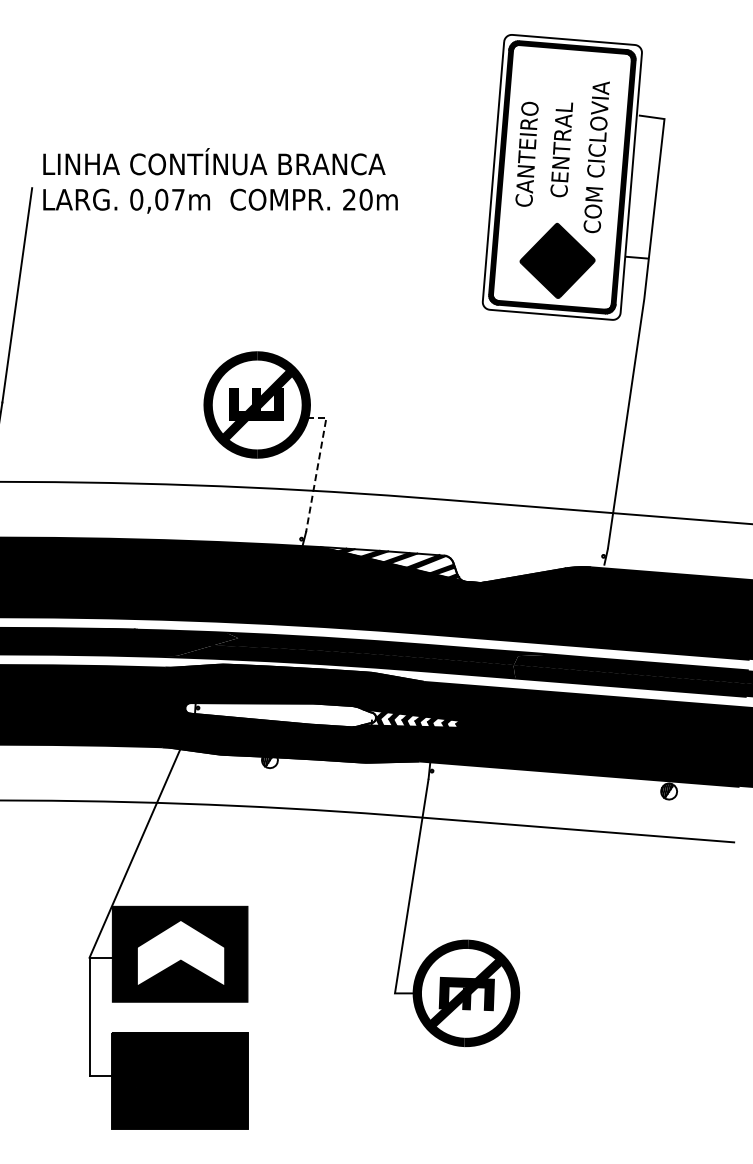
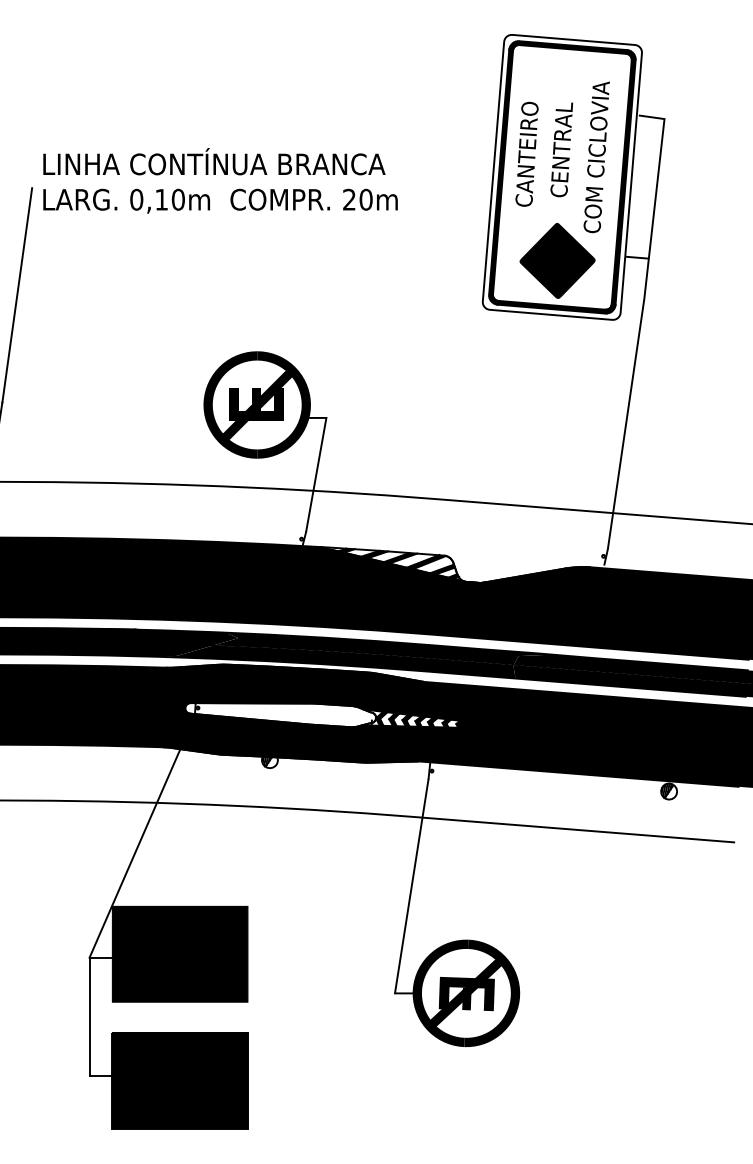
text at (169, 199): 0,07m -> 0,10m
line at (318, 465): dashed -> solid
fill at (180, 952): none -> present
